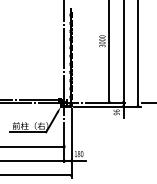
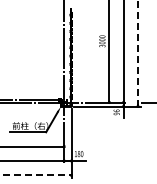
line at (138, 53): solid -> dashed
line at (36, 175): solid -> dashed
